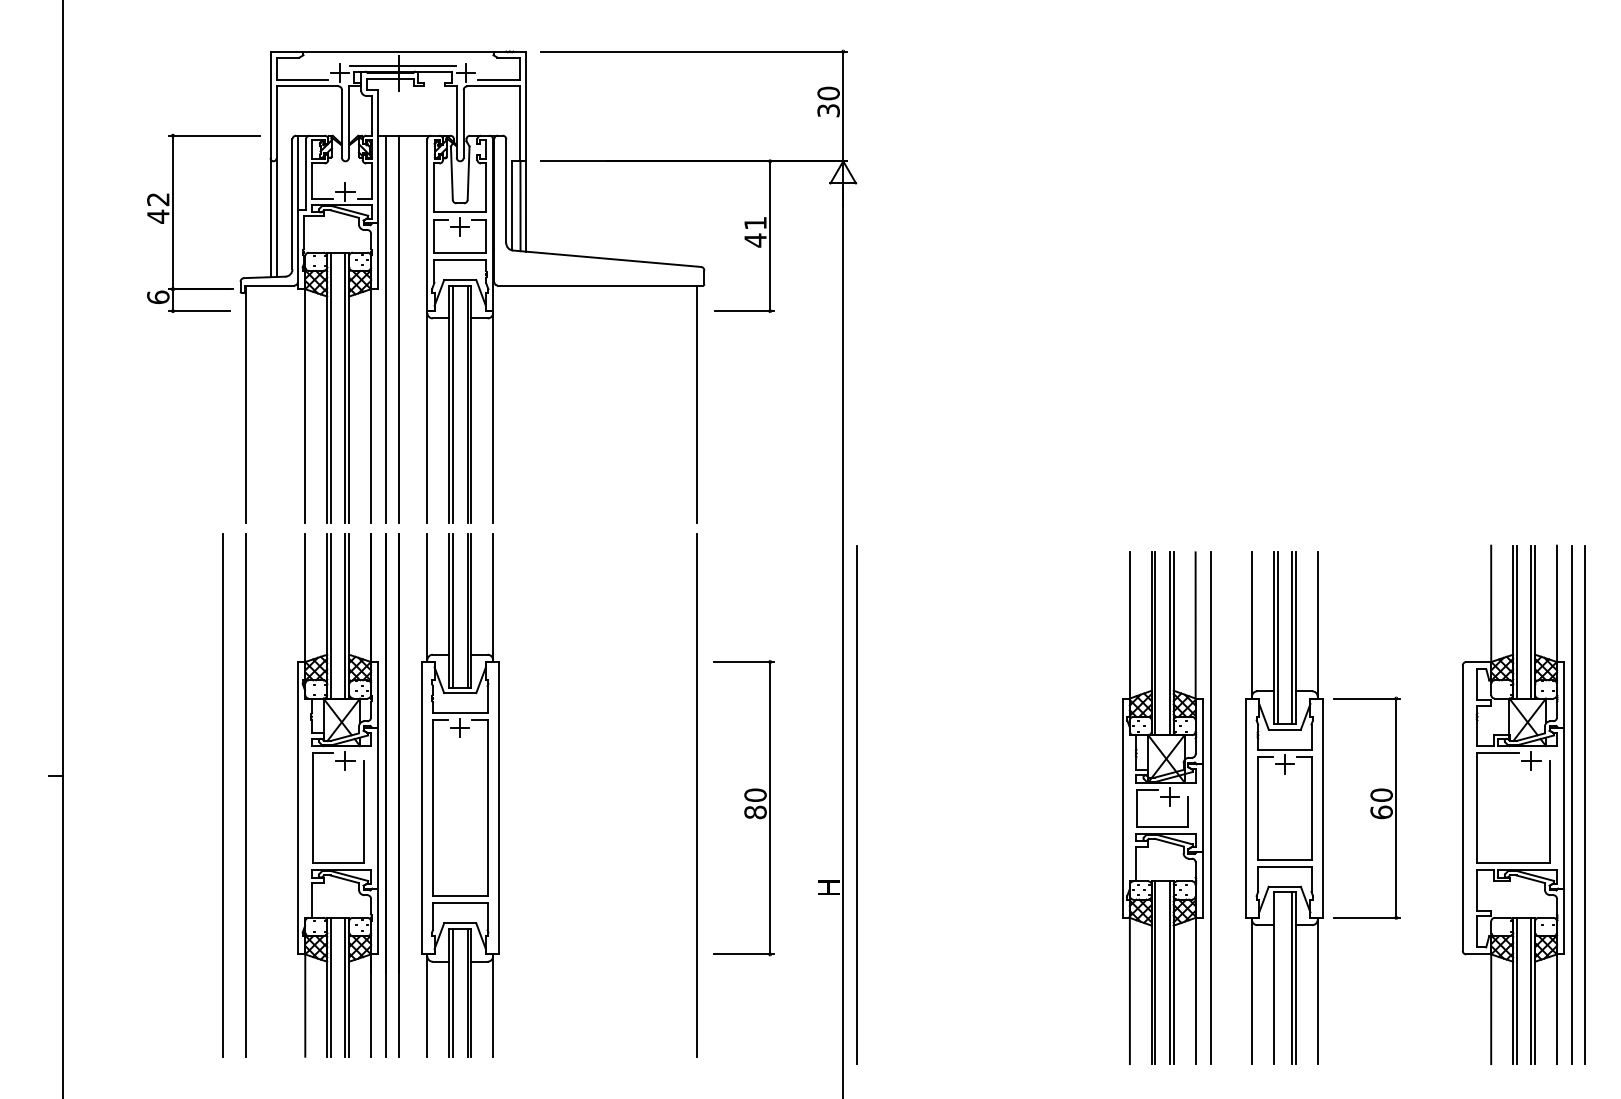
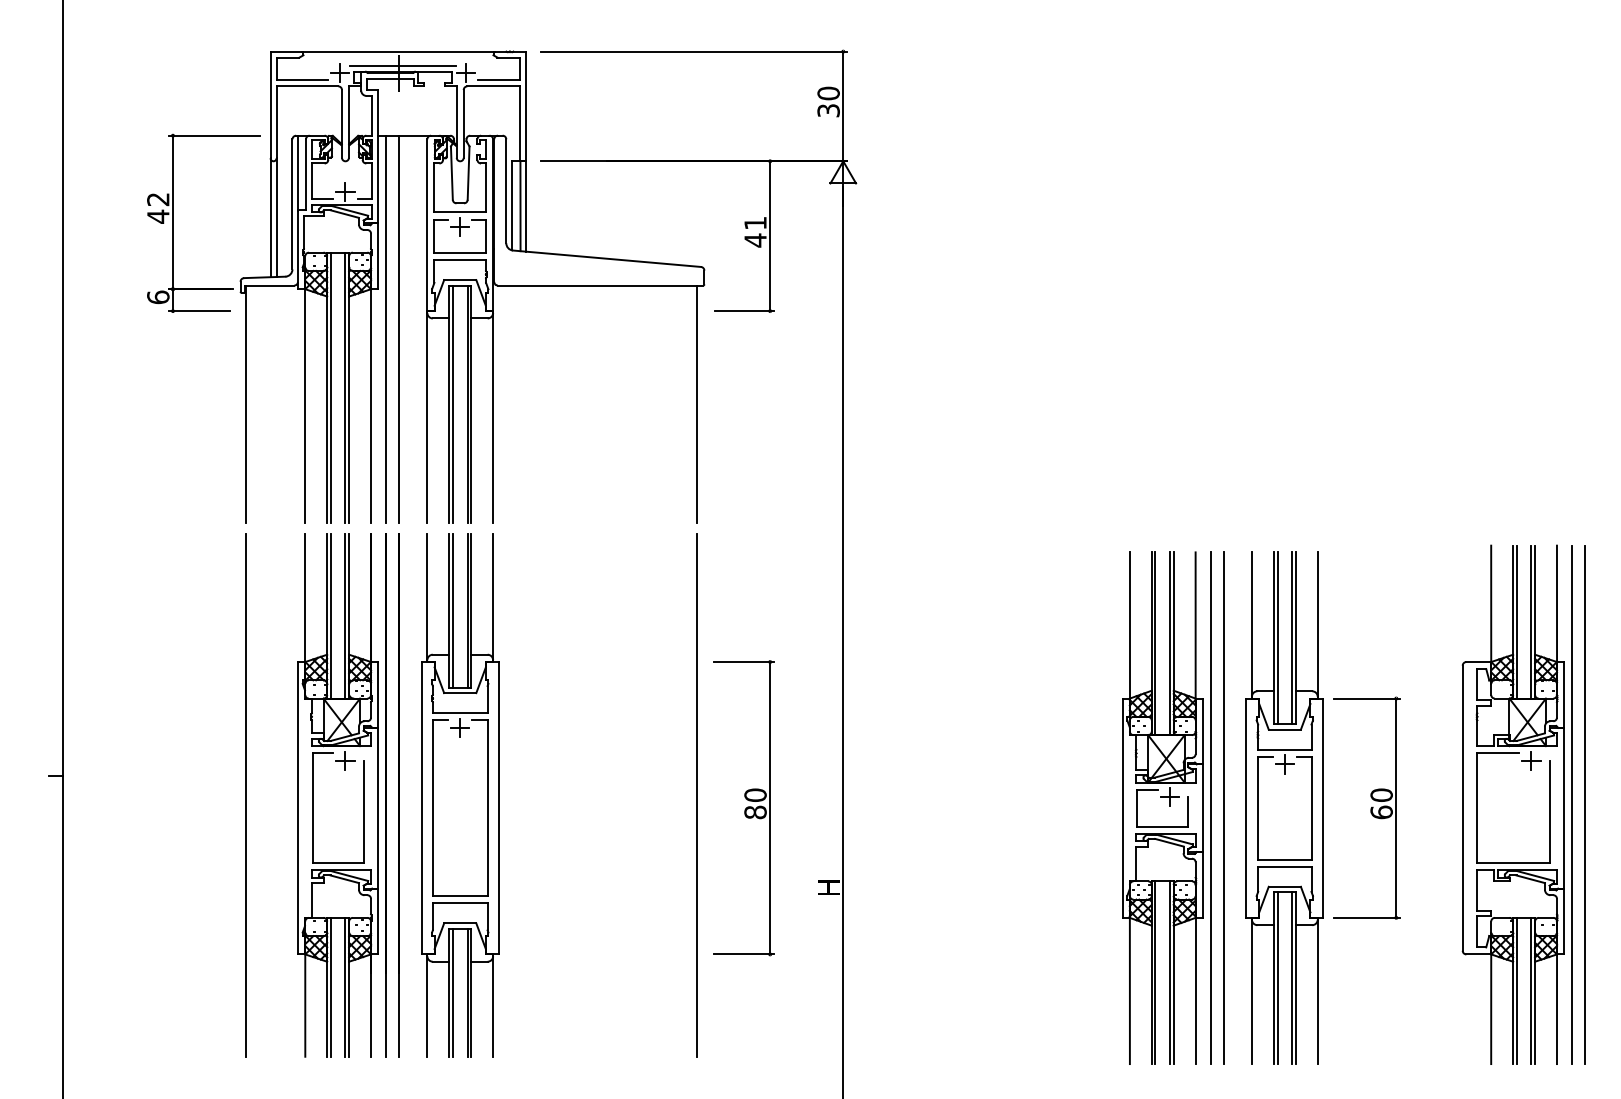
line at (222, 795): present -> none
line at (856, 804): present -> none
line at (1223, 808): none -> present
line at (1277, 978): none -> present
